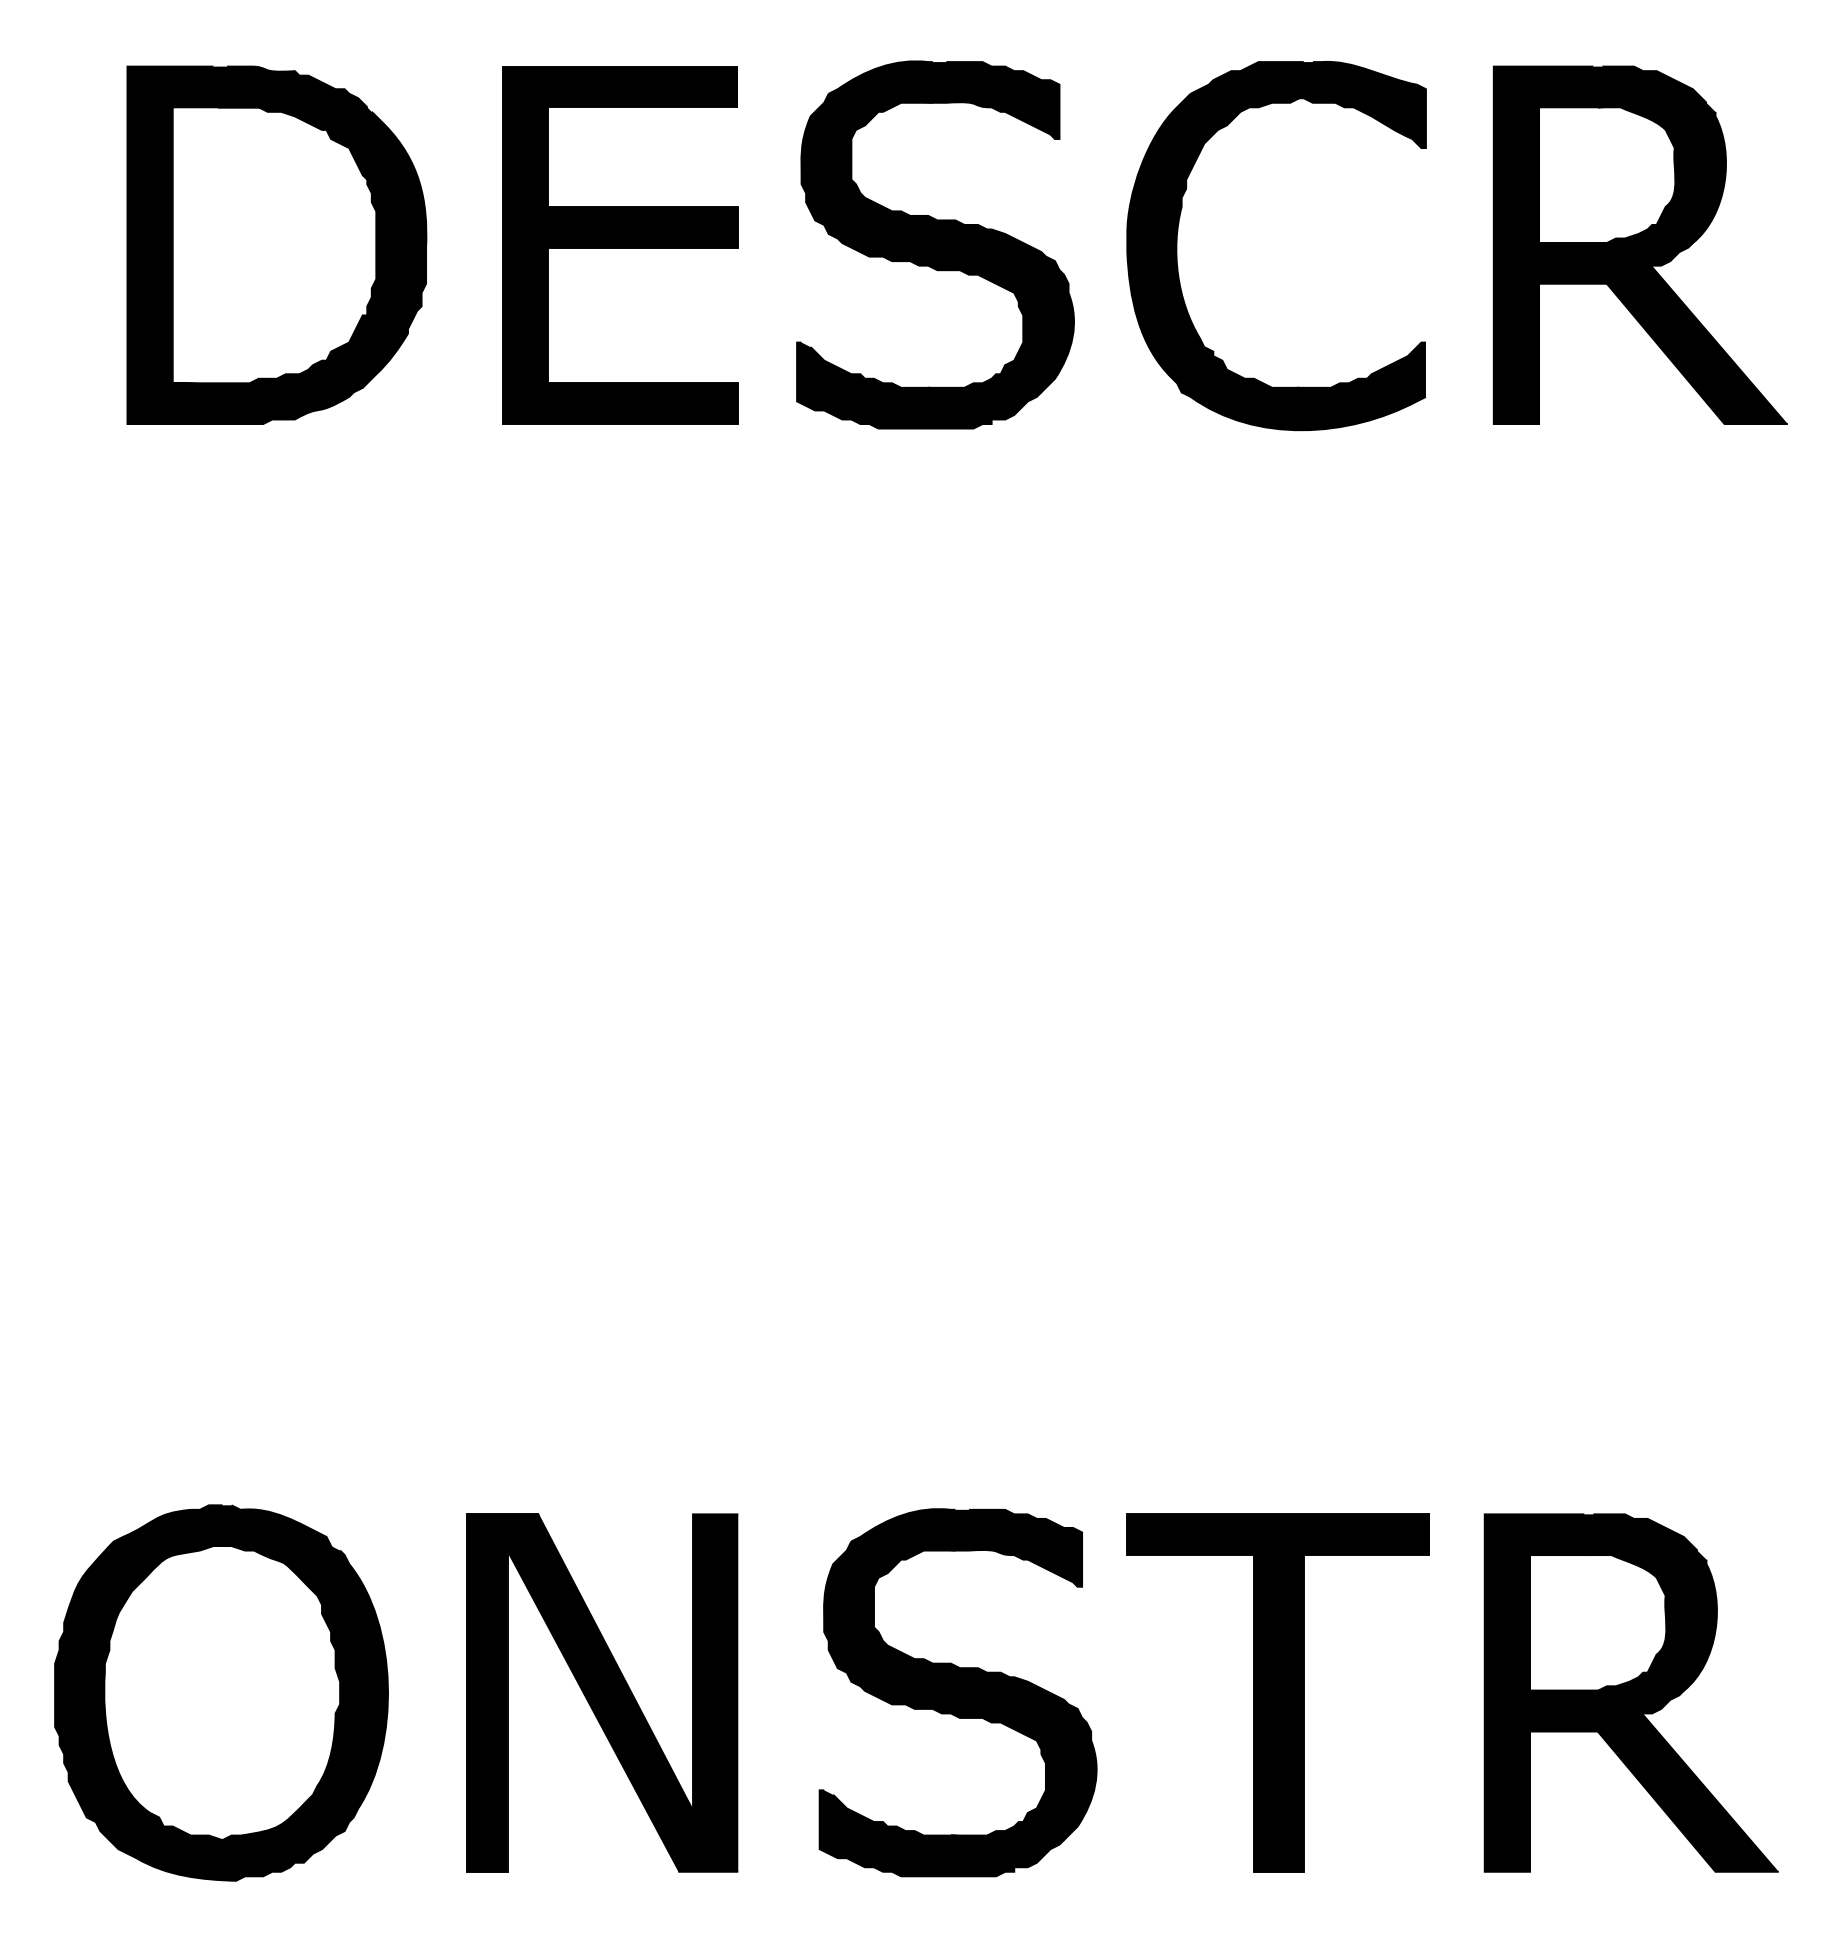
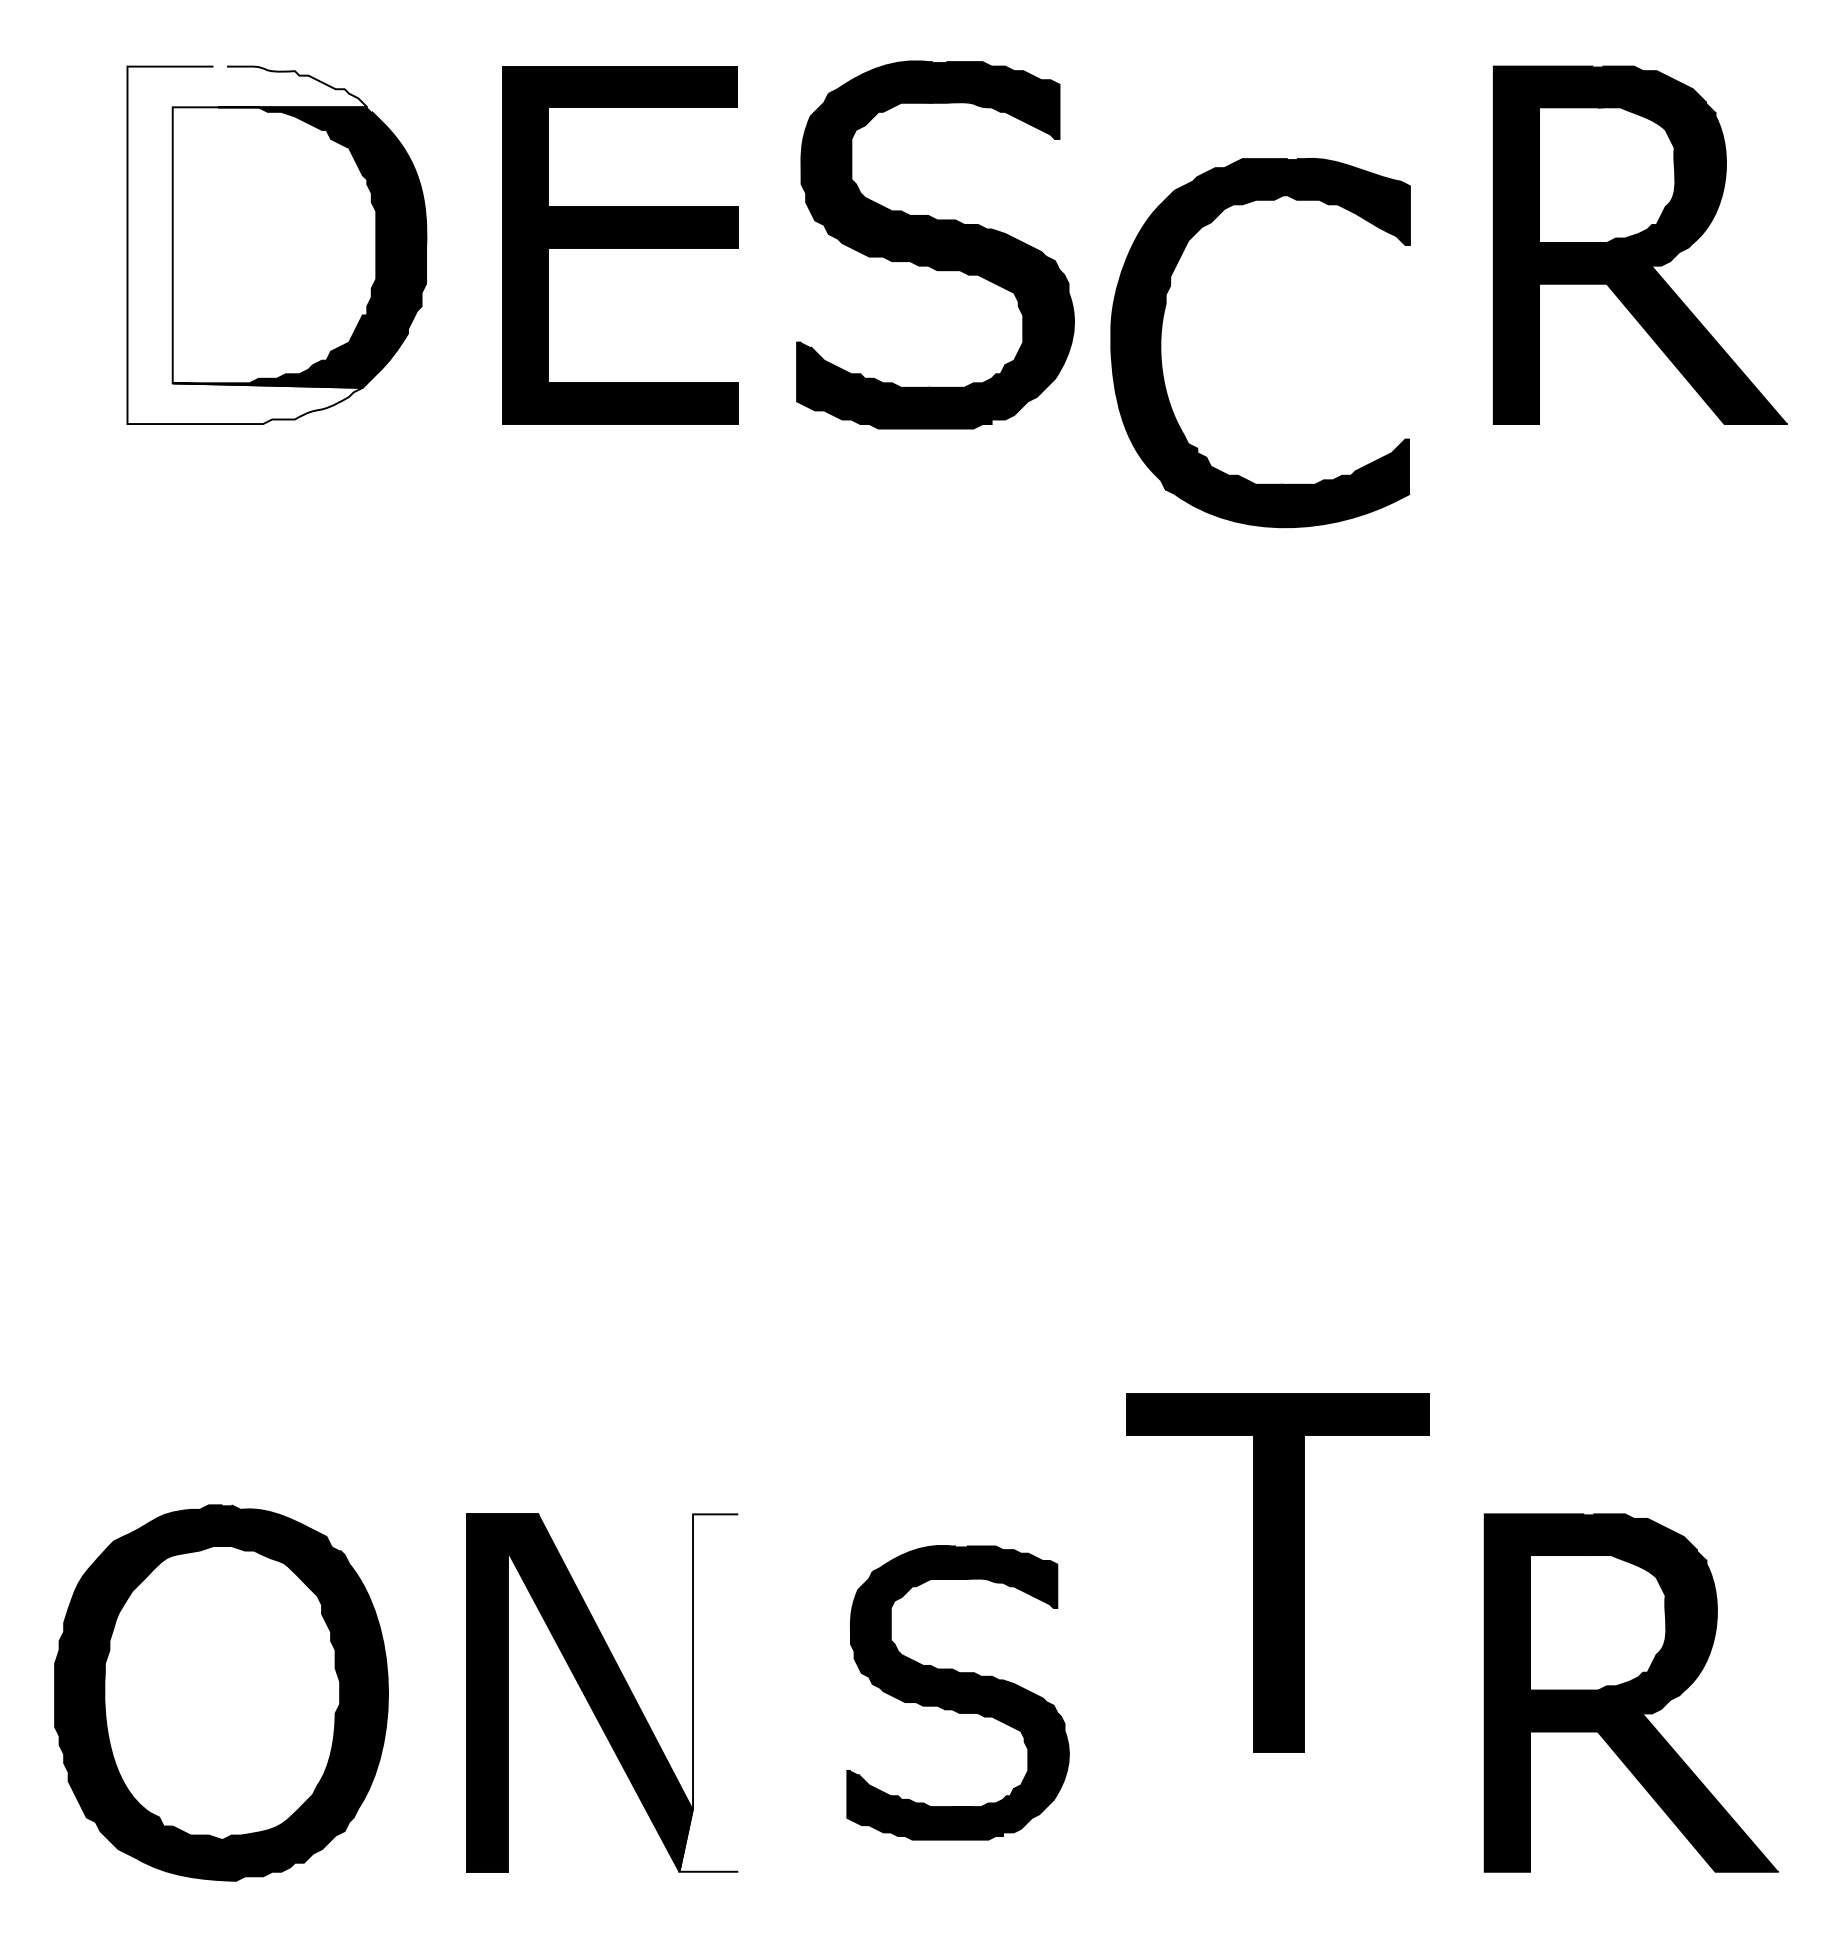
part at (1178, 232) position: (1178, 232) -> (1162, 329)
fill at (247, 245): present -> none
fill at (708, 1692): present -> none
part at (957, 1692) size: 280x370 px -> 224x296 px
part at (1277, 1692) position: (1277, 1692) -> (1277, 1572)
